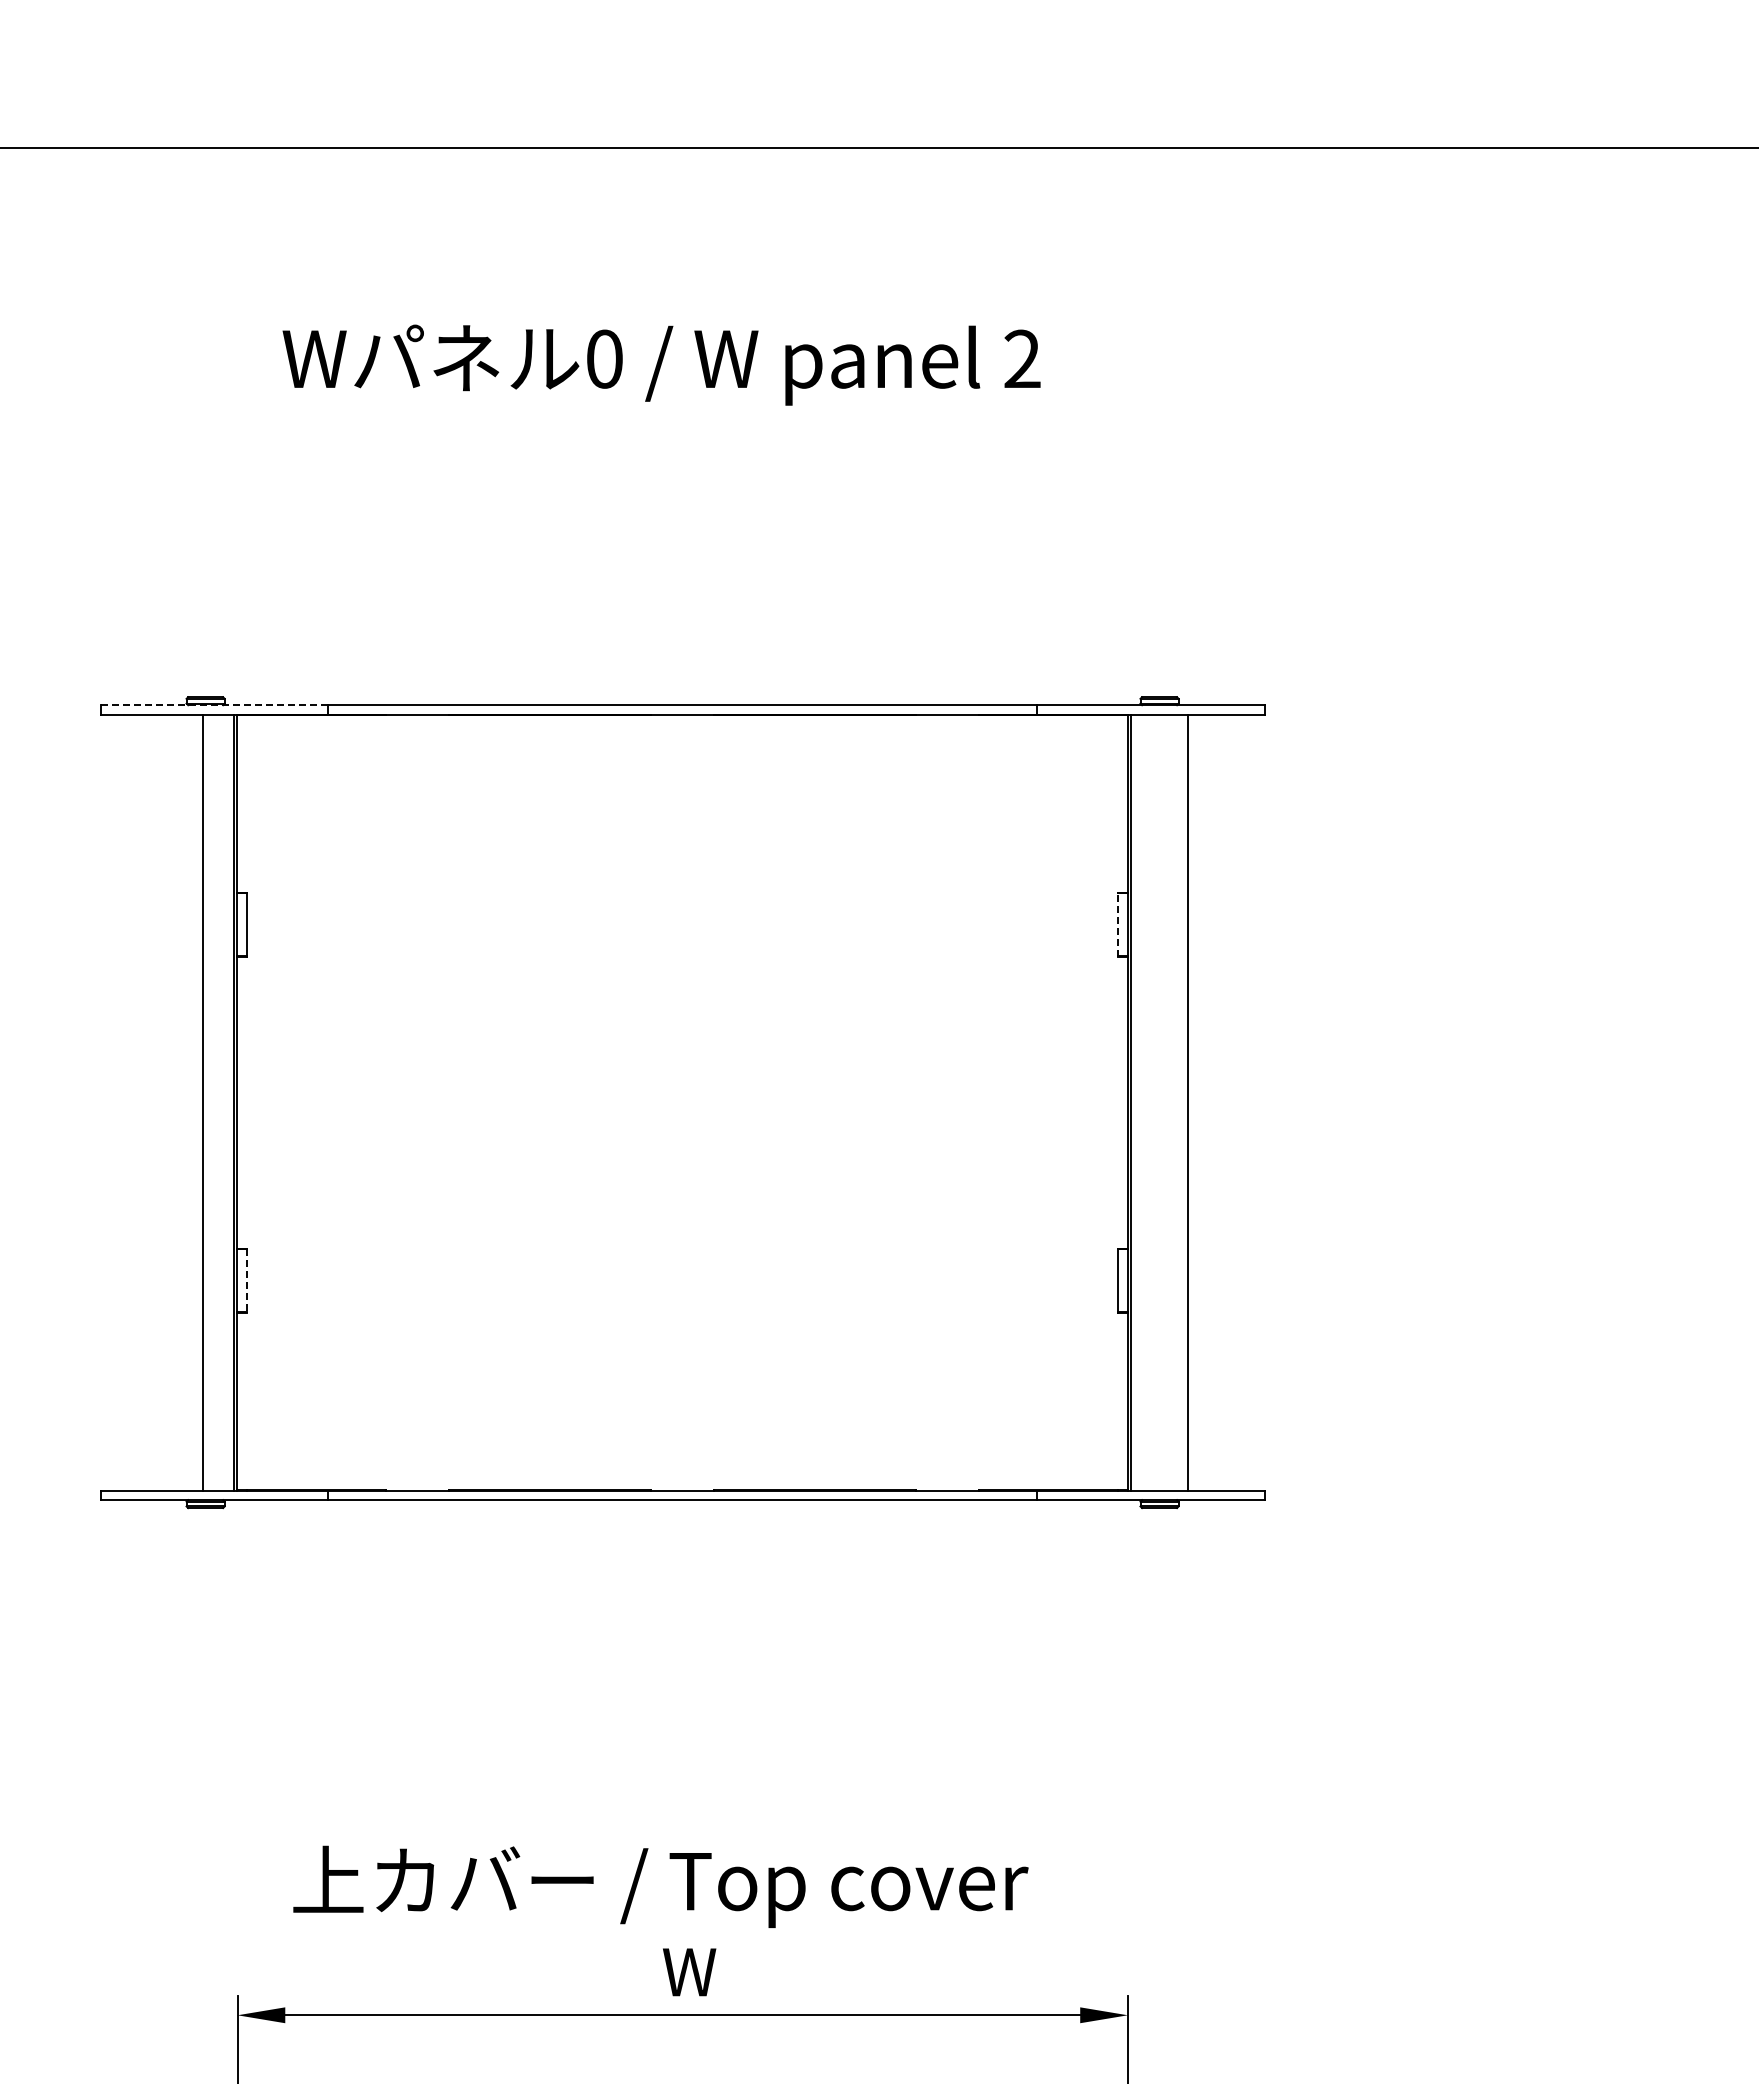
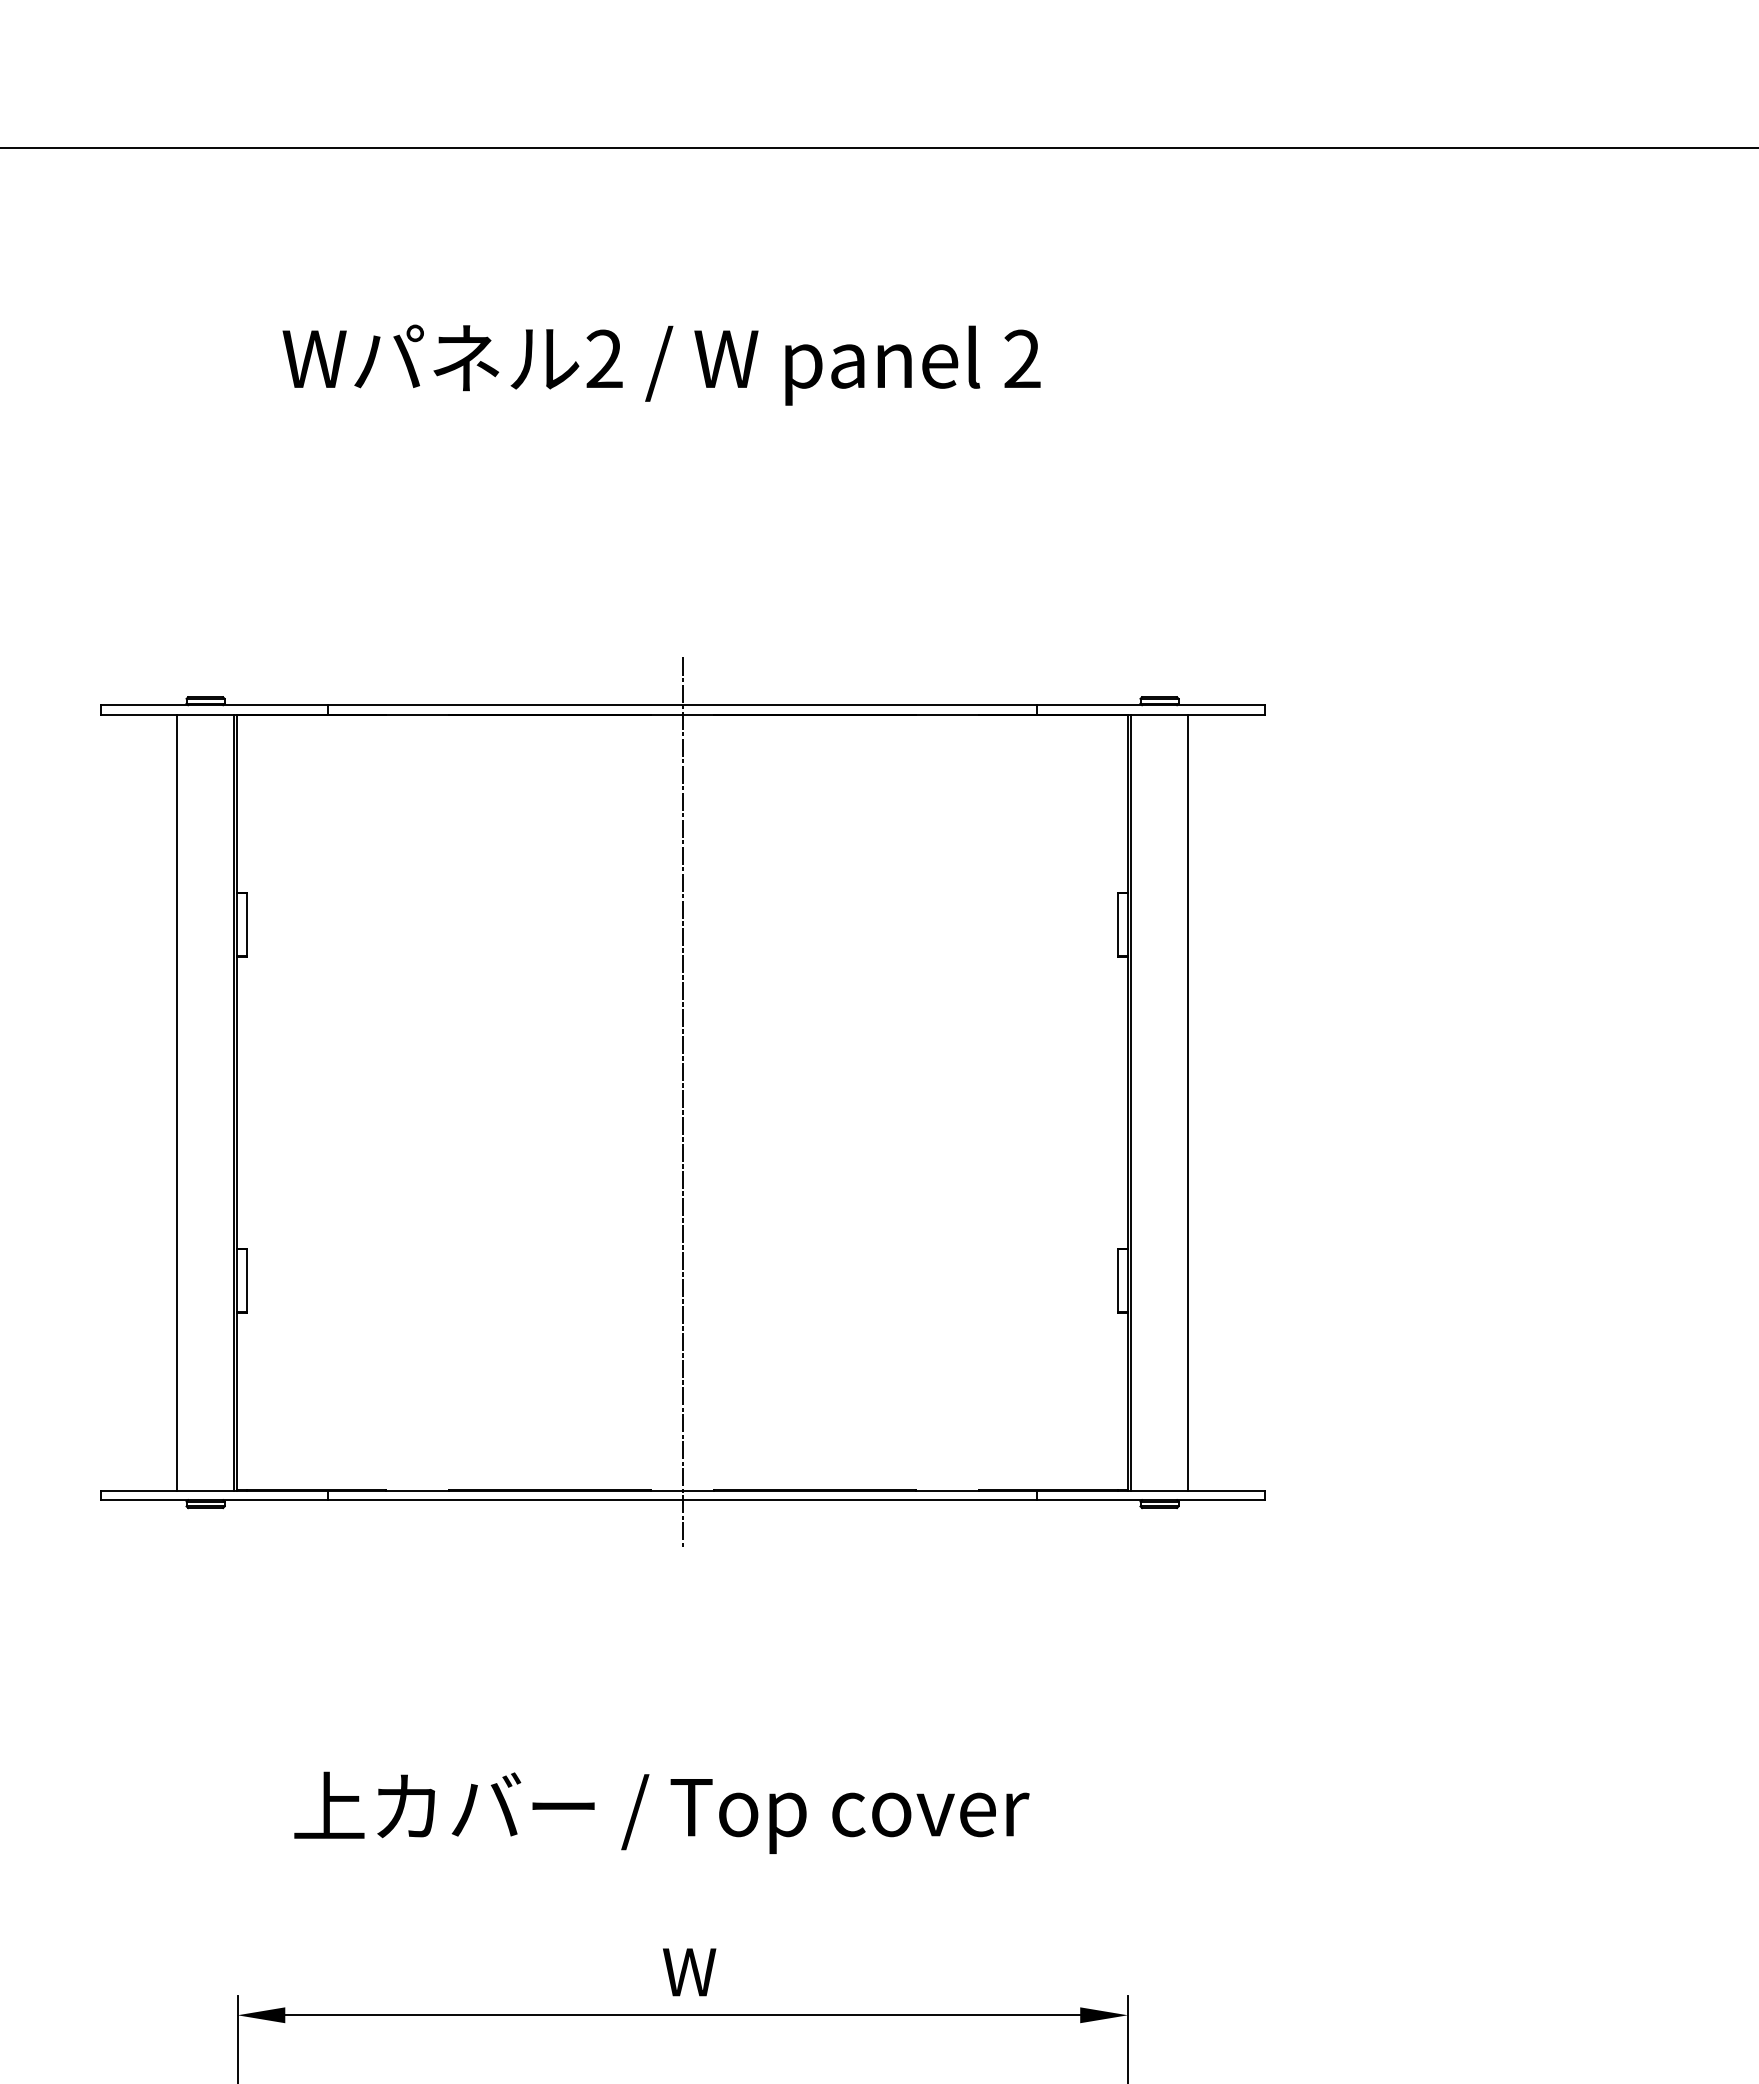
text at (604, 358): 0 -> 2
line at (214, 705): dashed -> solid
line at (1118, 924): dashed -> solid
line at (203, 1102) position: (203, 1102) -> (177, 1102)
line at (682, 1102): none -> present
line at (247, 1281): dashed -> solid
text at (660, 1886) position: (660, 1886) -> (661, 1812)
